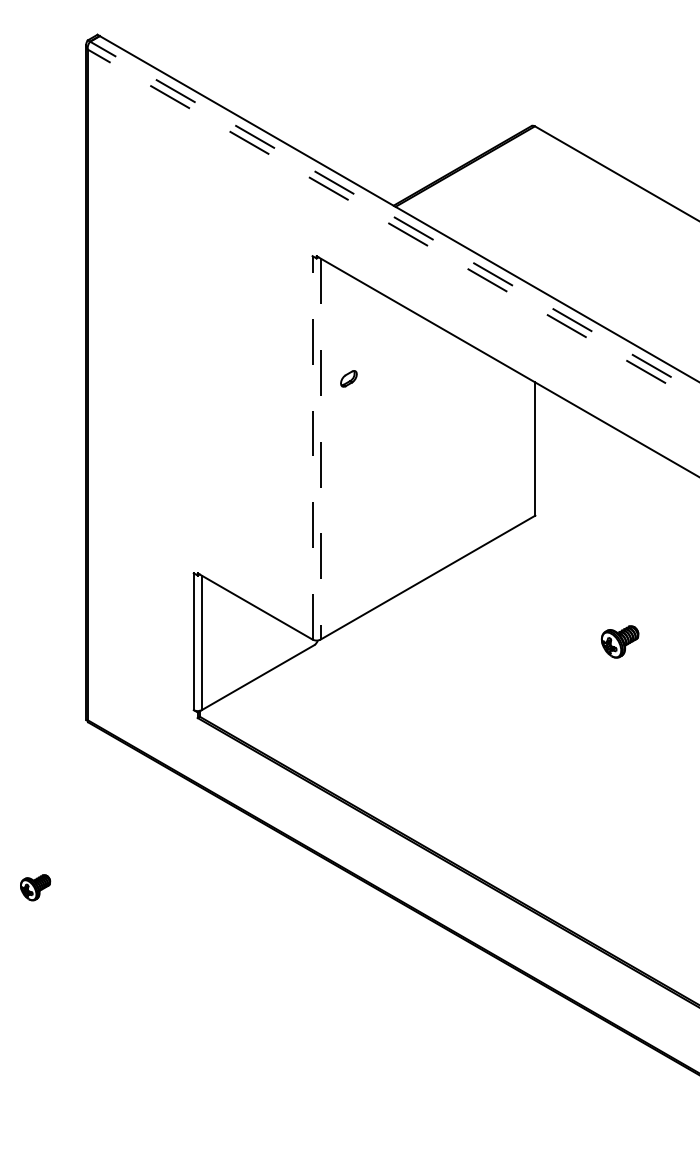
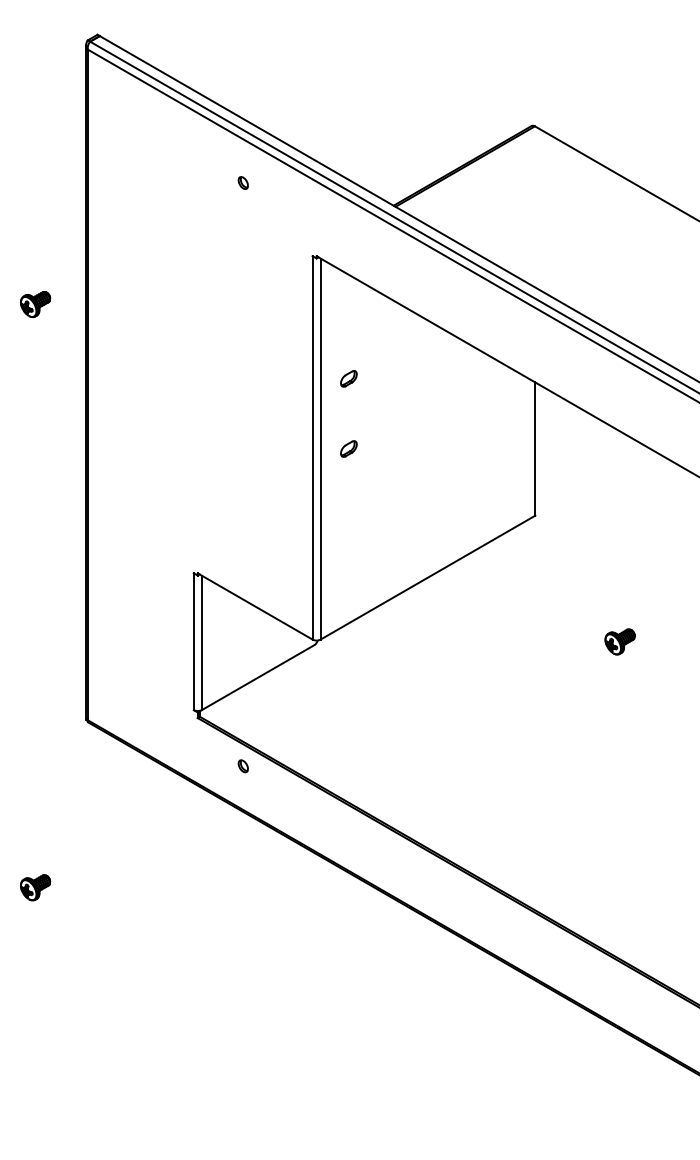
part at (242, 182): none -> present
line at (395, 217): dashed -> solid
line at (393, 226): dashed -> solid
part at (35, 304): none -> present
line at (312, 447): dashed -> solid
part at (348, 448): none -> present
line at (320, 449): dashed -> solid
part at (619, 641) size: 40x34 px -> 32x28 px
part at (242, 766): none -> present
